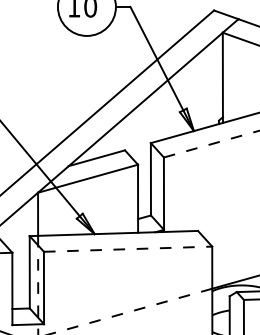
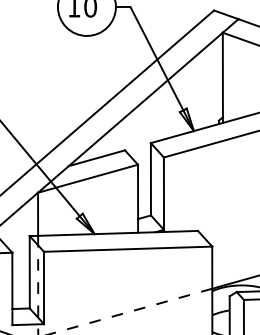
line at (211, 144): dashed -> solid
line at (128, 249): dashed -> solid
